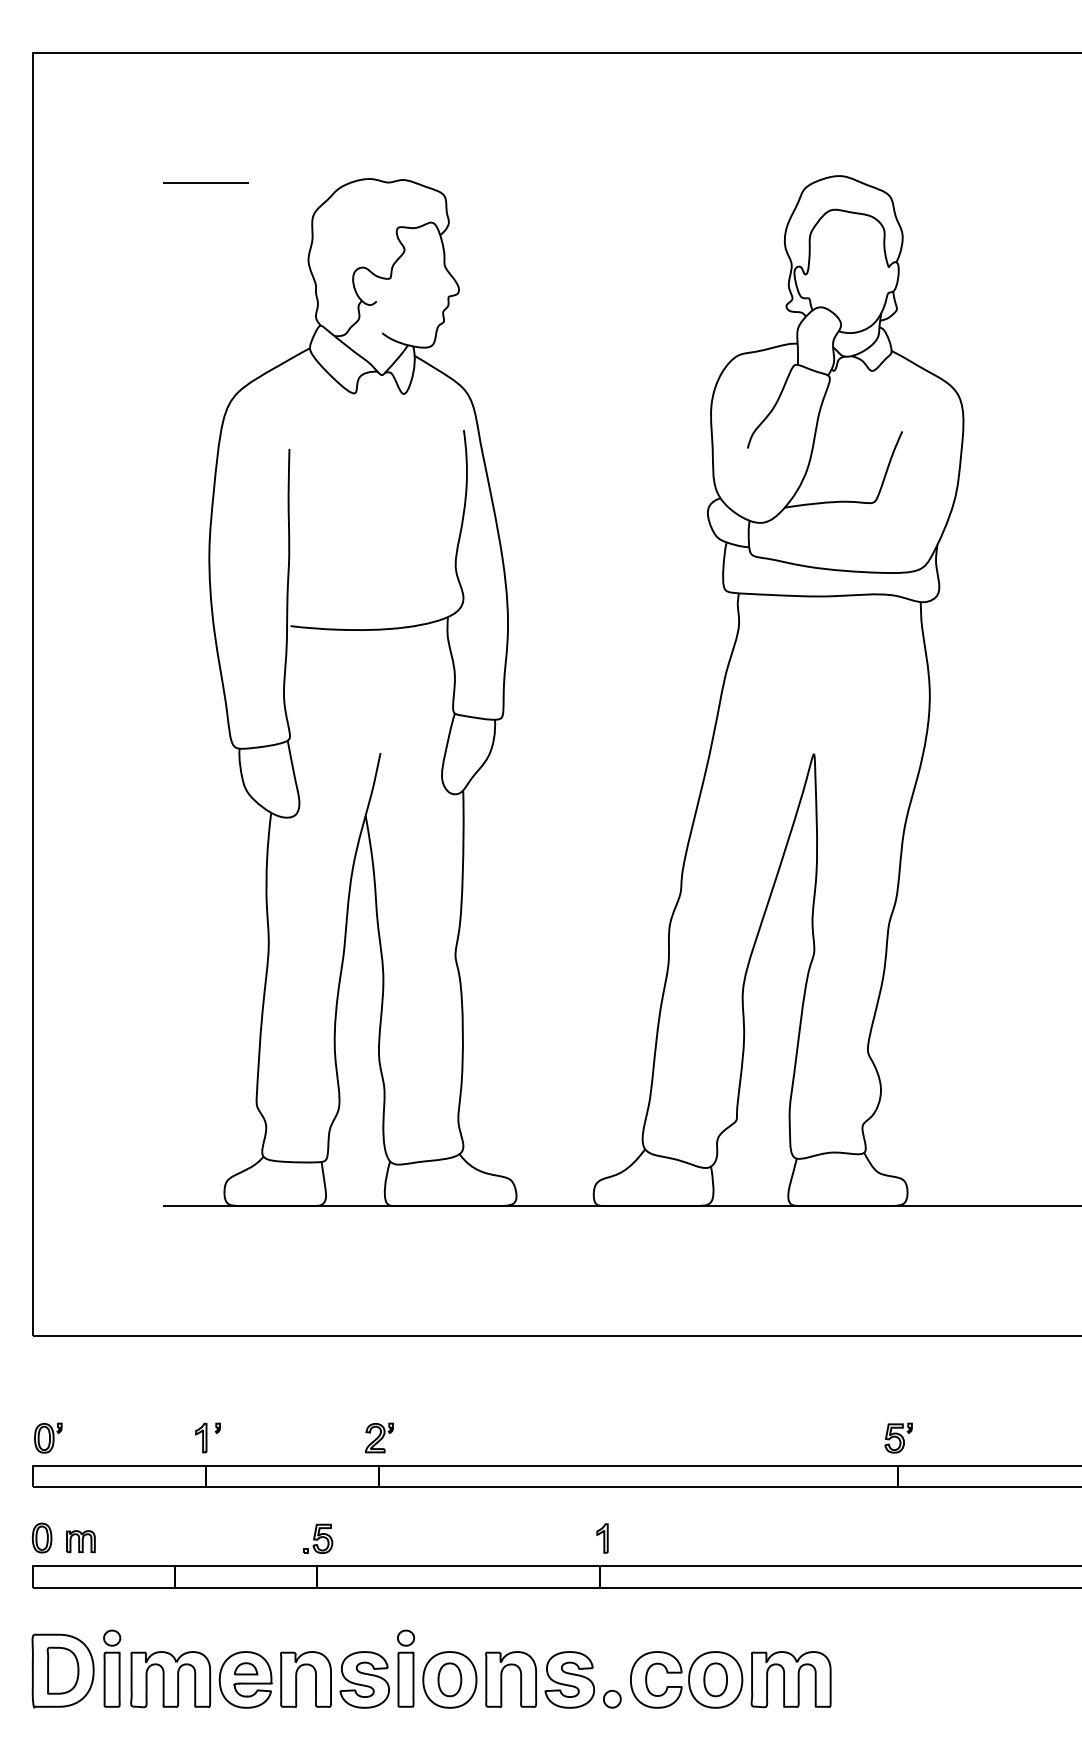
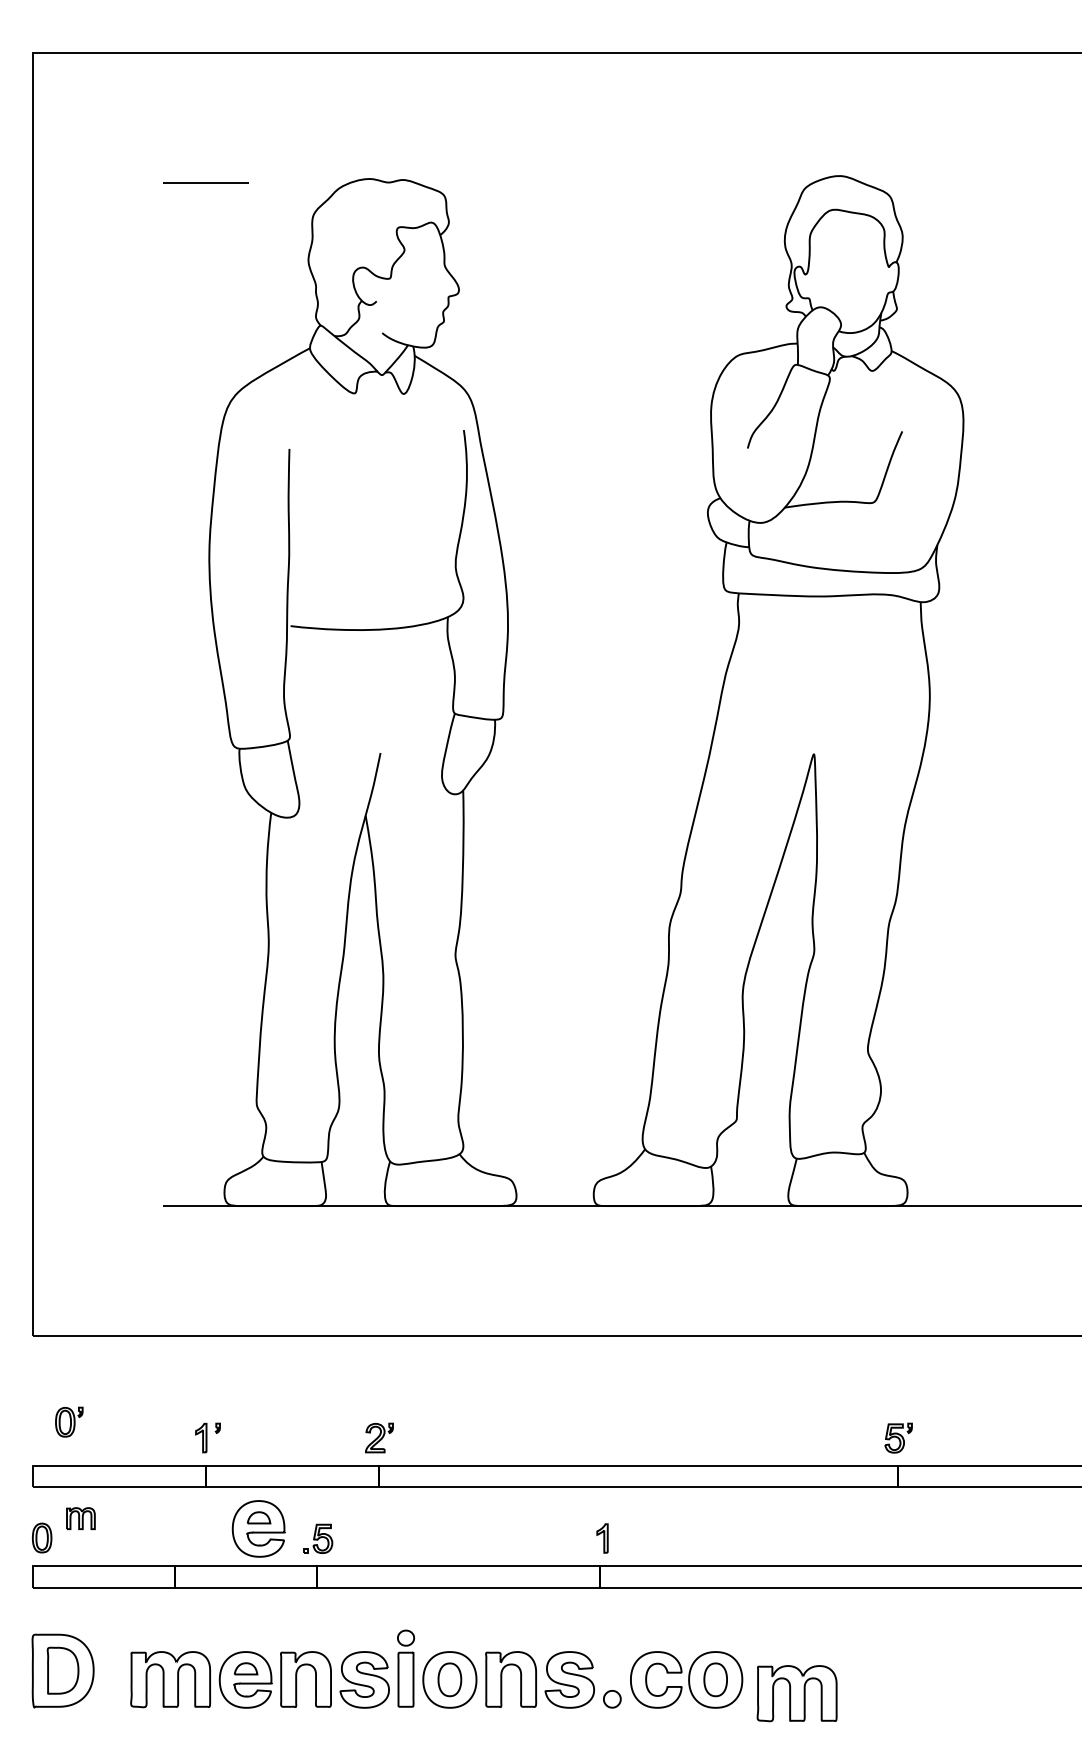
part at (48, 1437) position: (48, 1437) -> (69, 1421)
part at (258, 1528): none -> present
part at (80, 1541) position: (80, 1541) -> (80, 1518)
part at (112, 1668): present -> none
part at (790, 1679) position: (790, 1679) -> (796, 1693)
